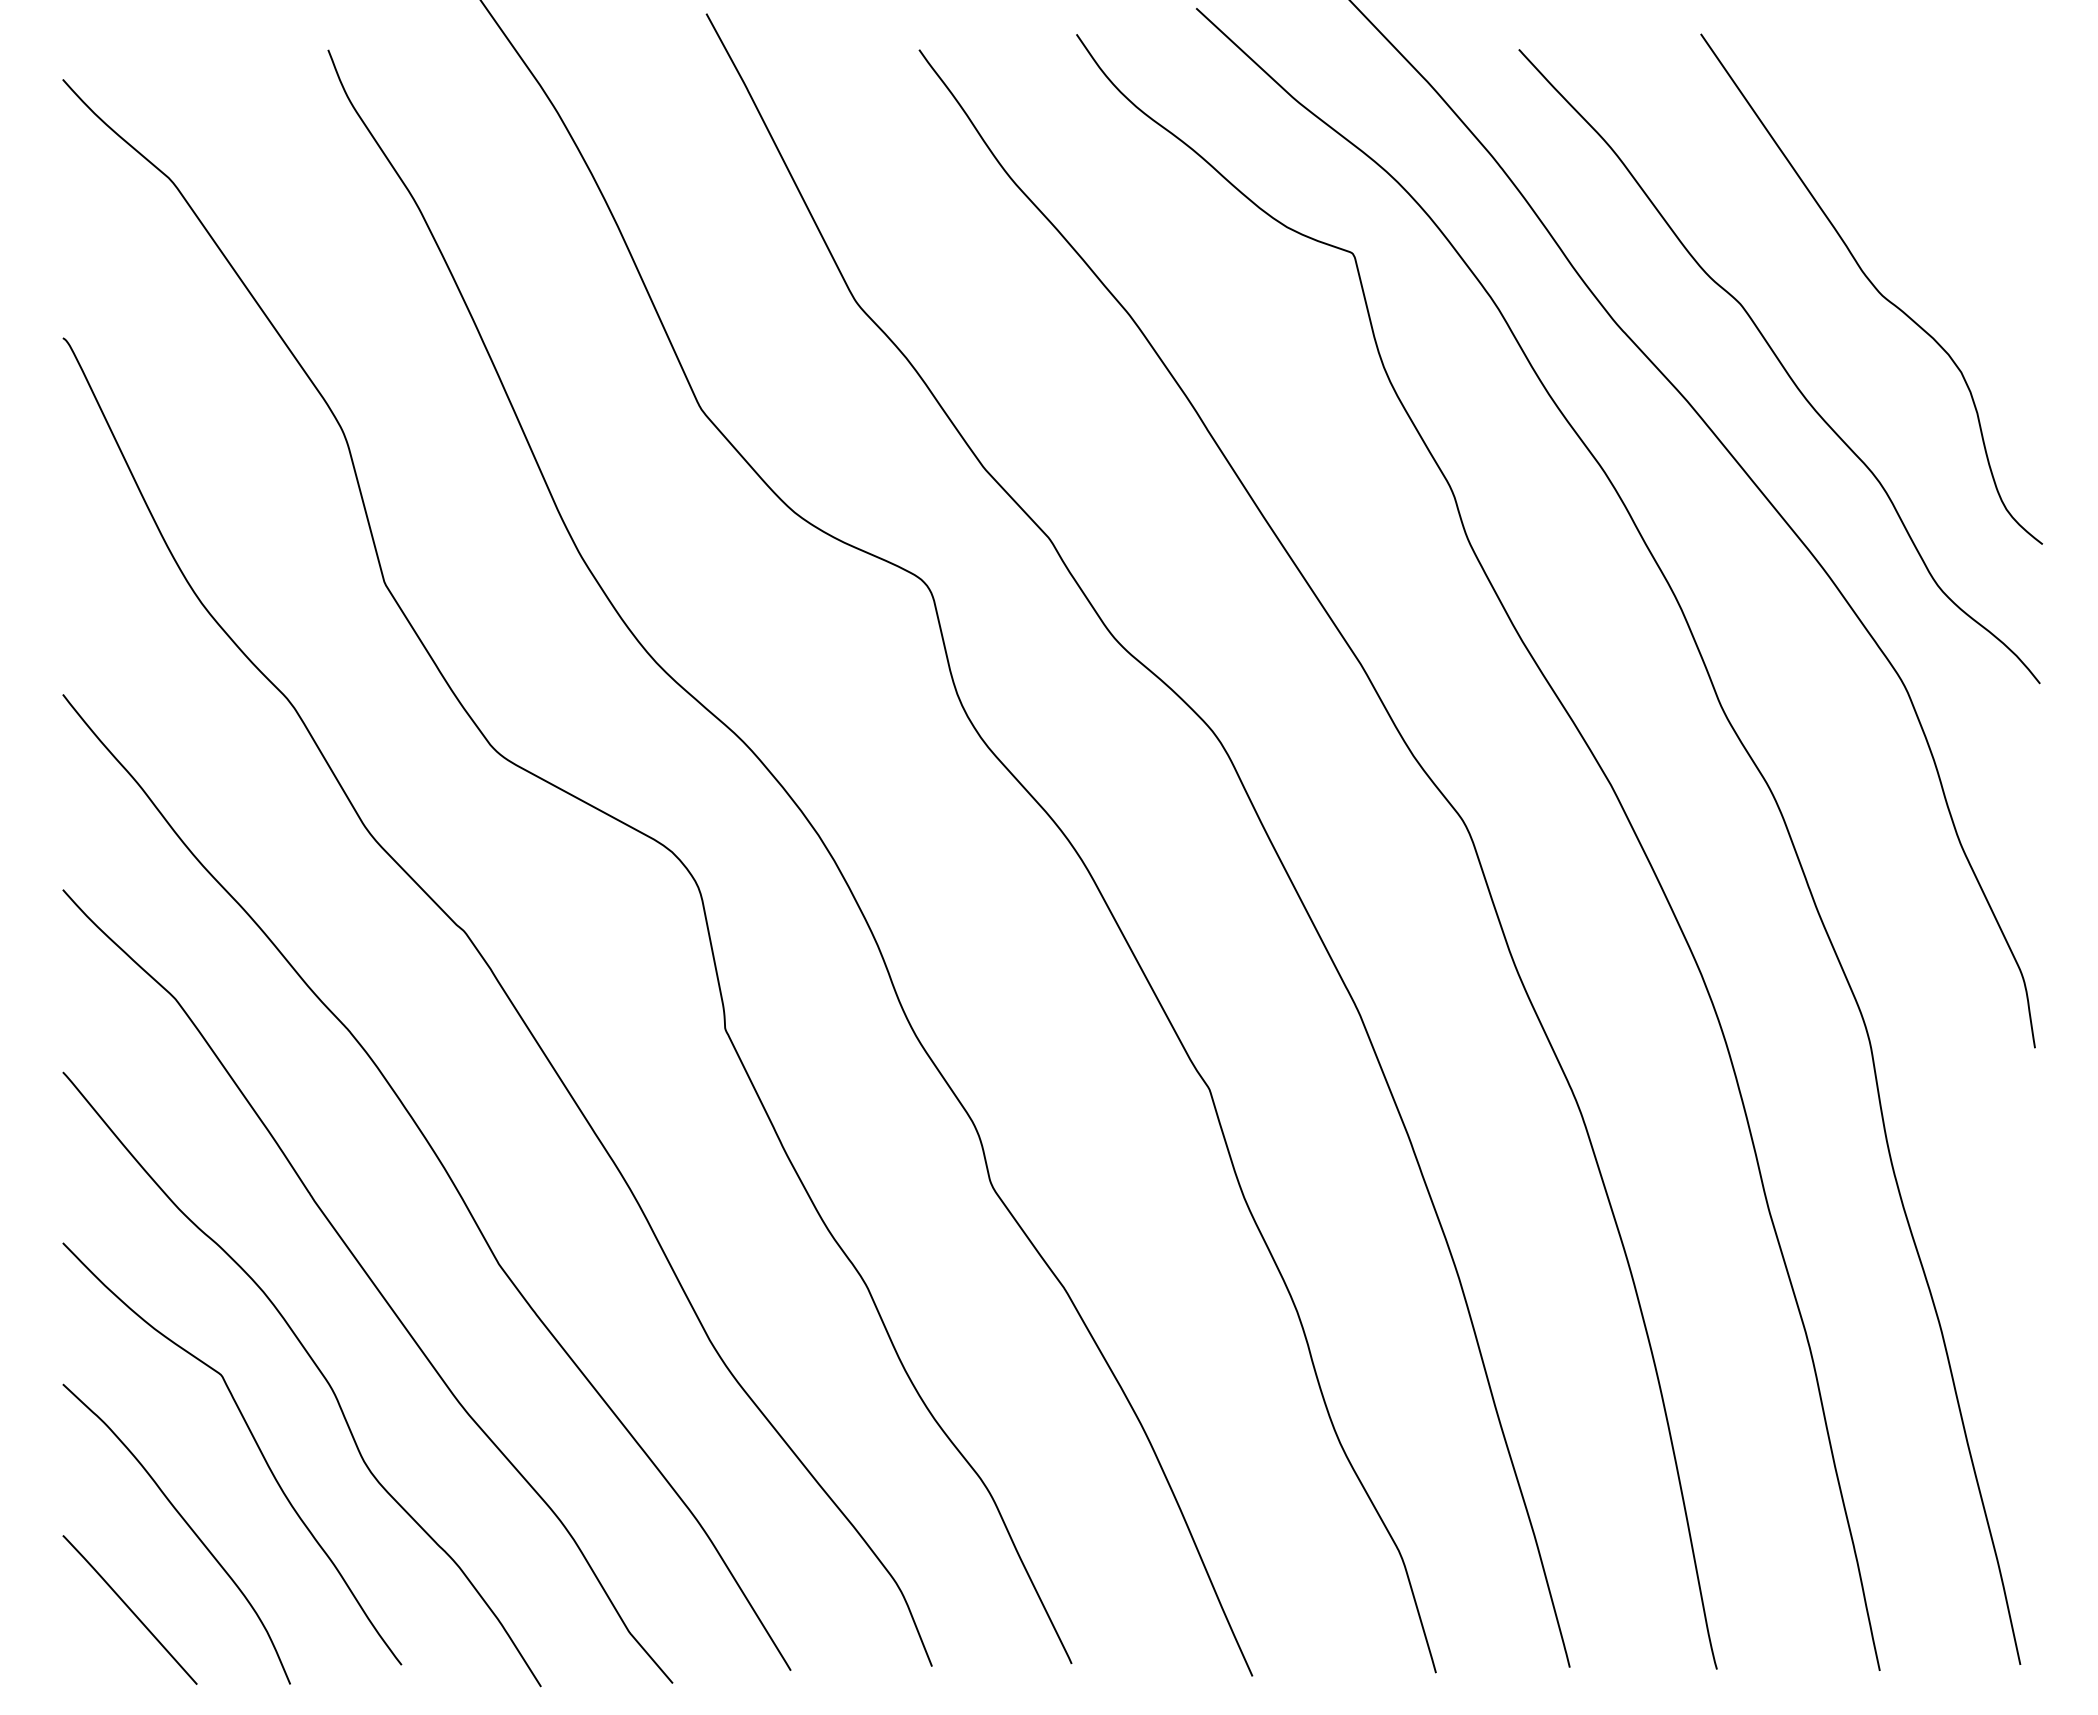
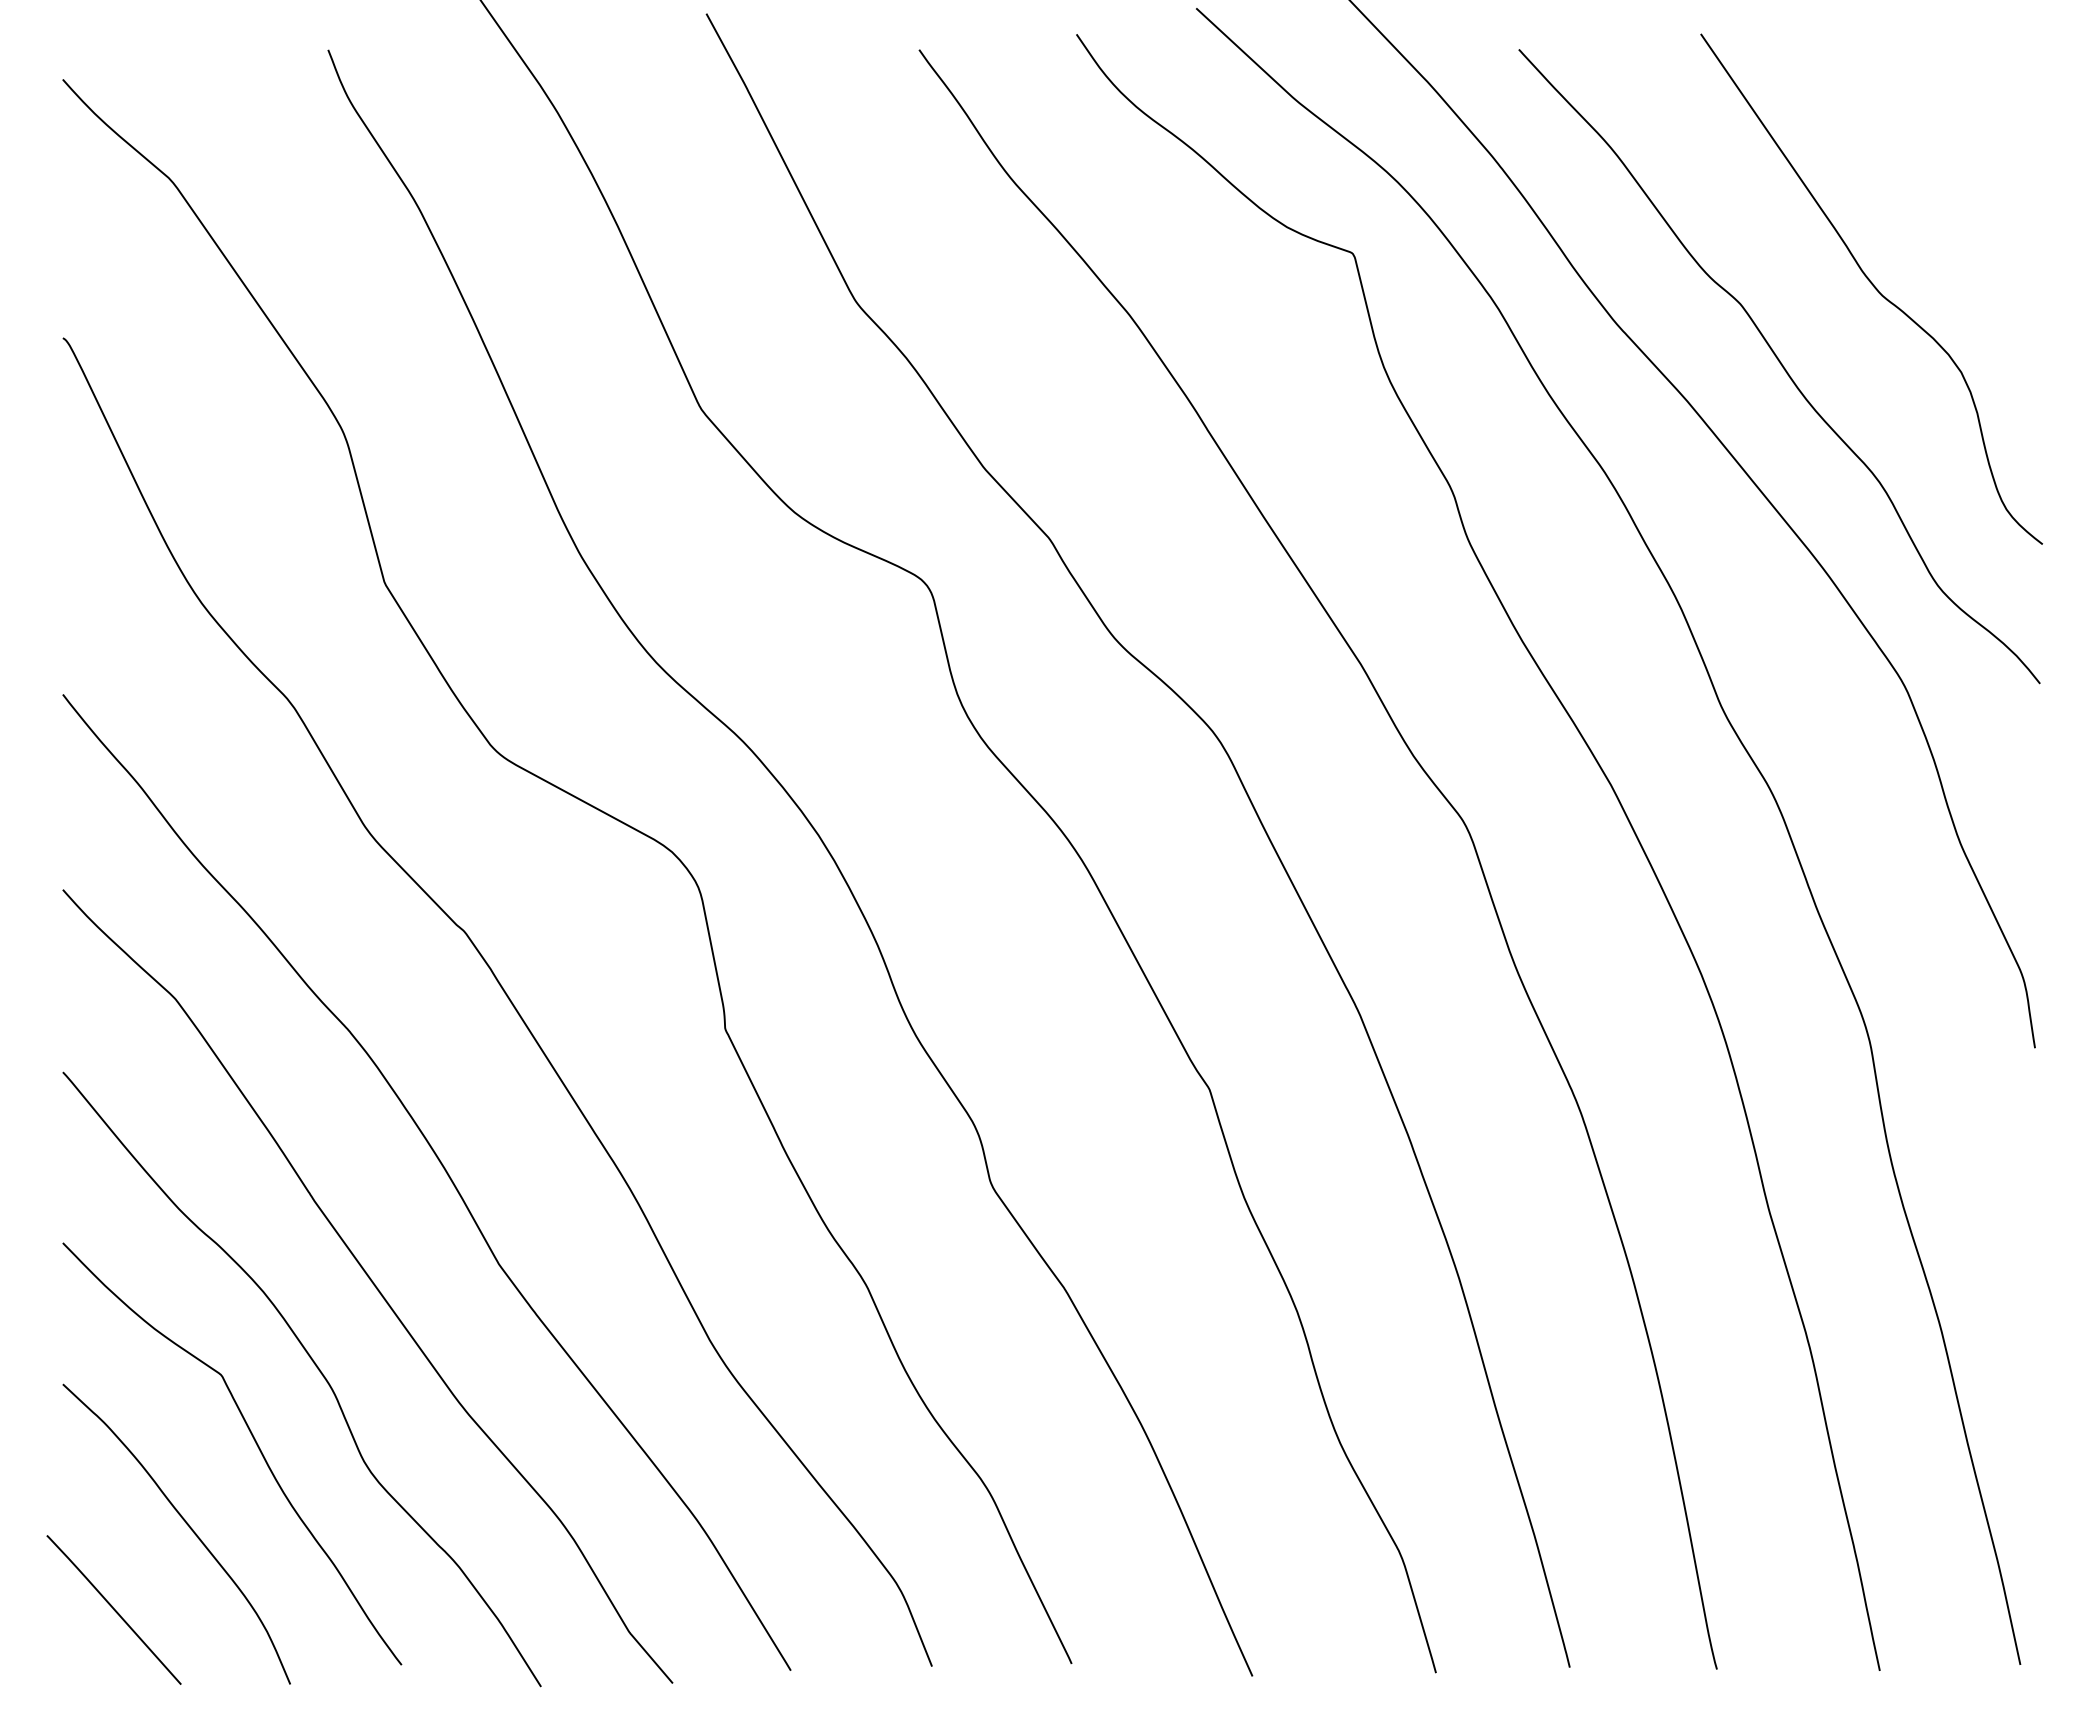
line at (129, 1609) position: (129, 1609) -> (113, 1609)
